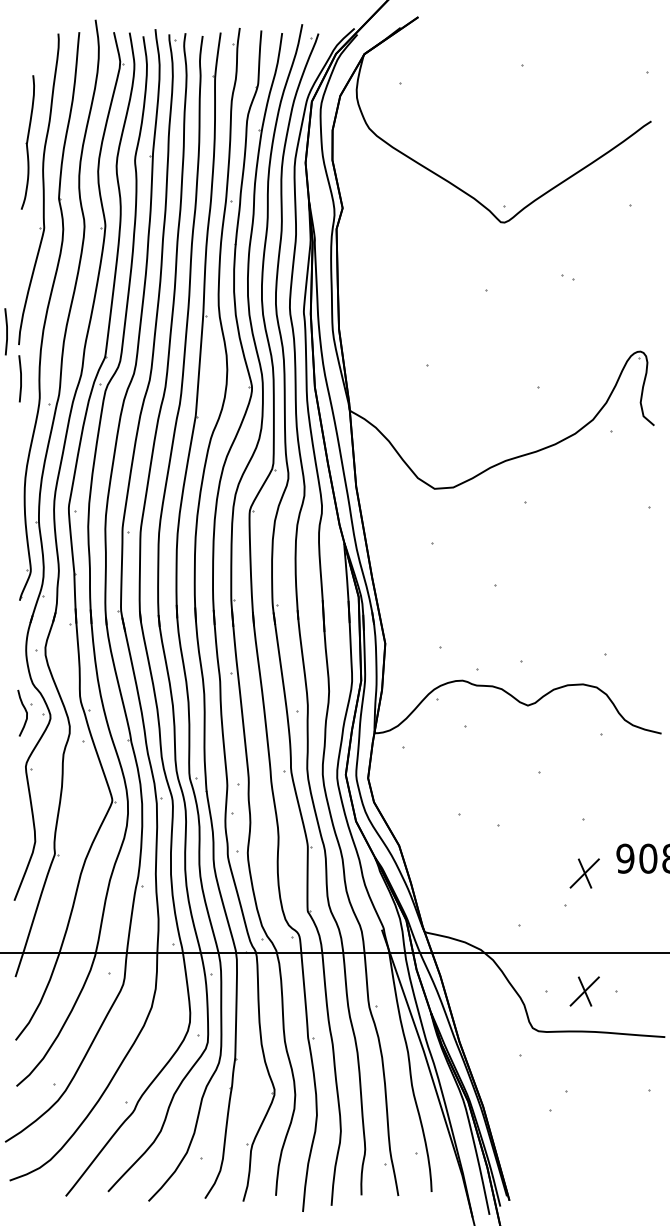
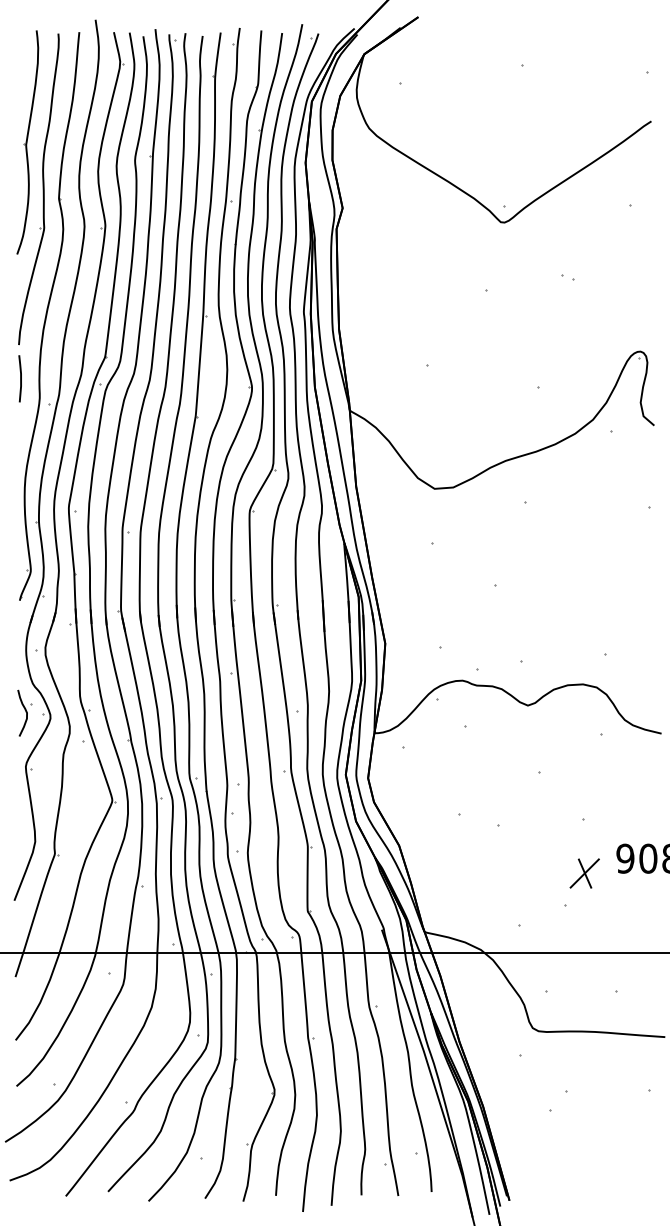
part at (27, 142) size: 15x135 px -> 24x225 px
line at (6, 331): present -> none
part at (584, 991): present -> none
